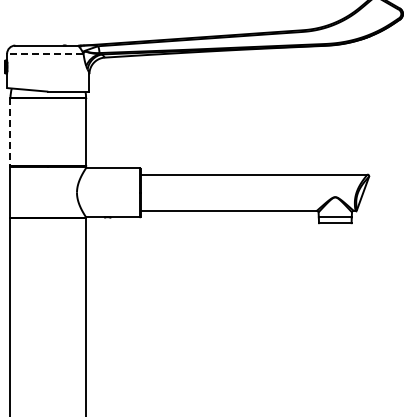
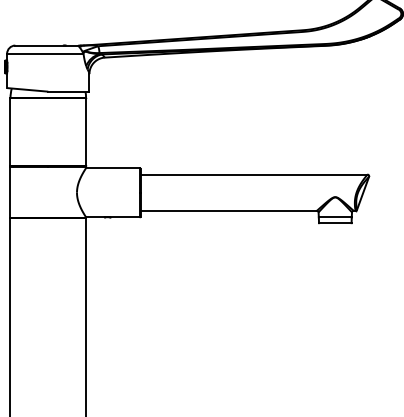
line at (45, 53): dashed -> solid
line at (10, 132): dashed -> solid
